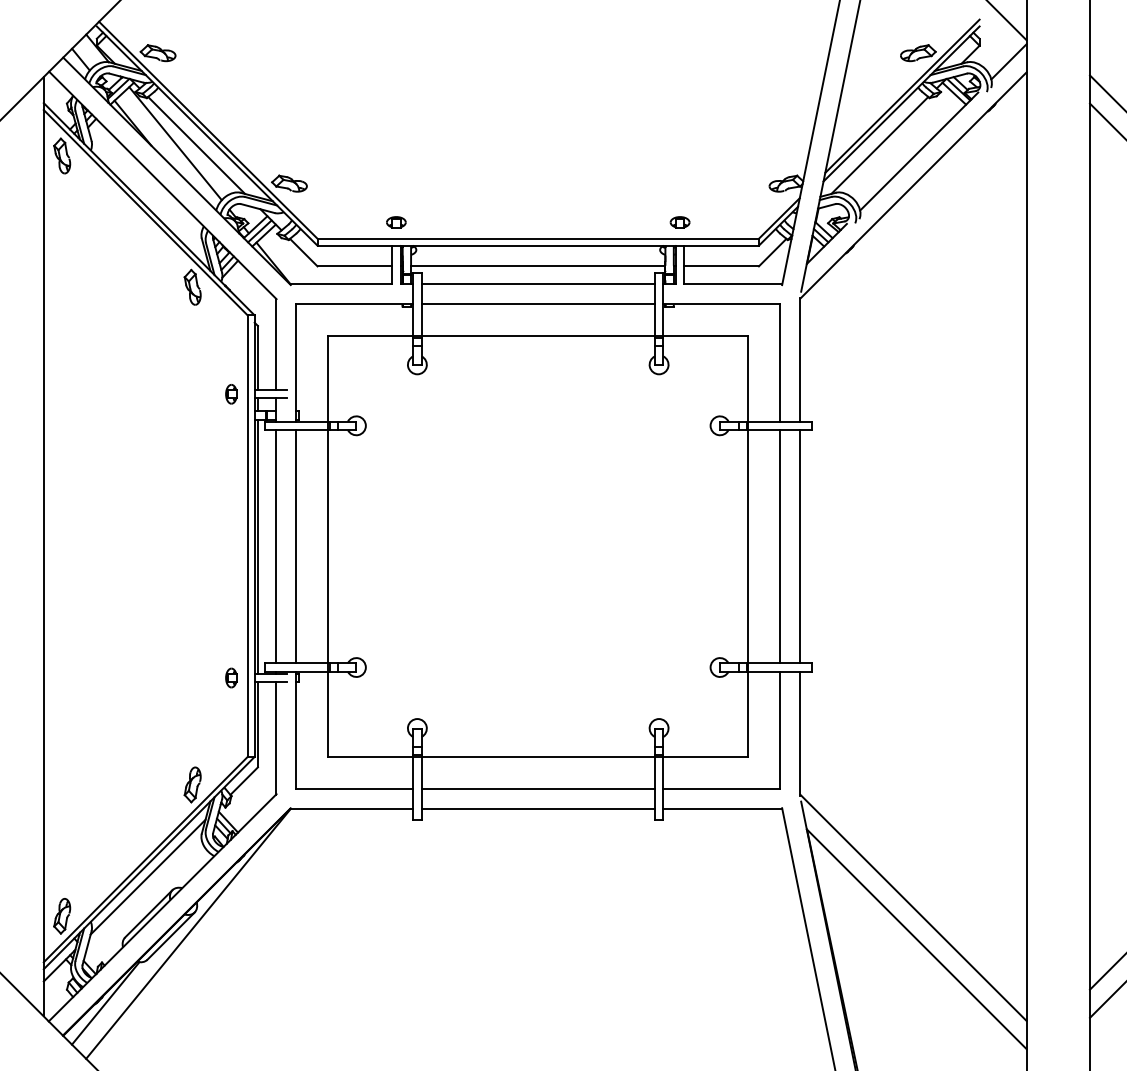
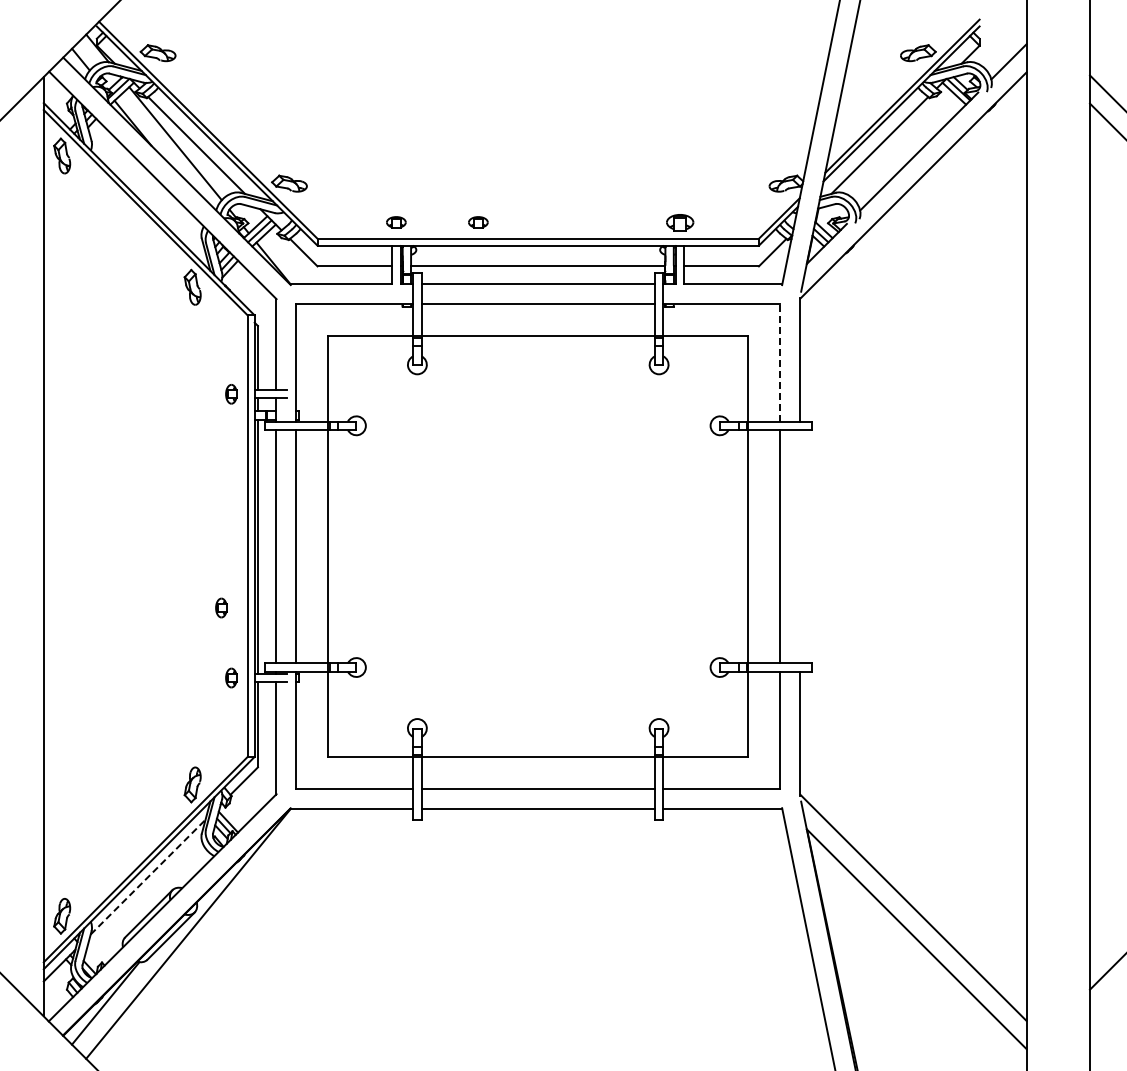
line at (1007, 21): present -> none
part at (478, 222): none -> present
part at (679, 222) size: 22x13 px -> 29x18 px
line at (780, 363): solid -> dashed
line at (800, 546): present -> none
part at (221, 607): none -> present
line at (148, 876): solid -> dashed
line at (1106, 1000): present -> none
